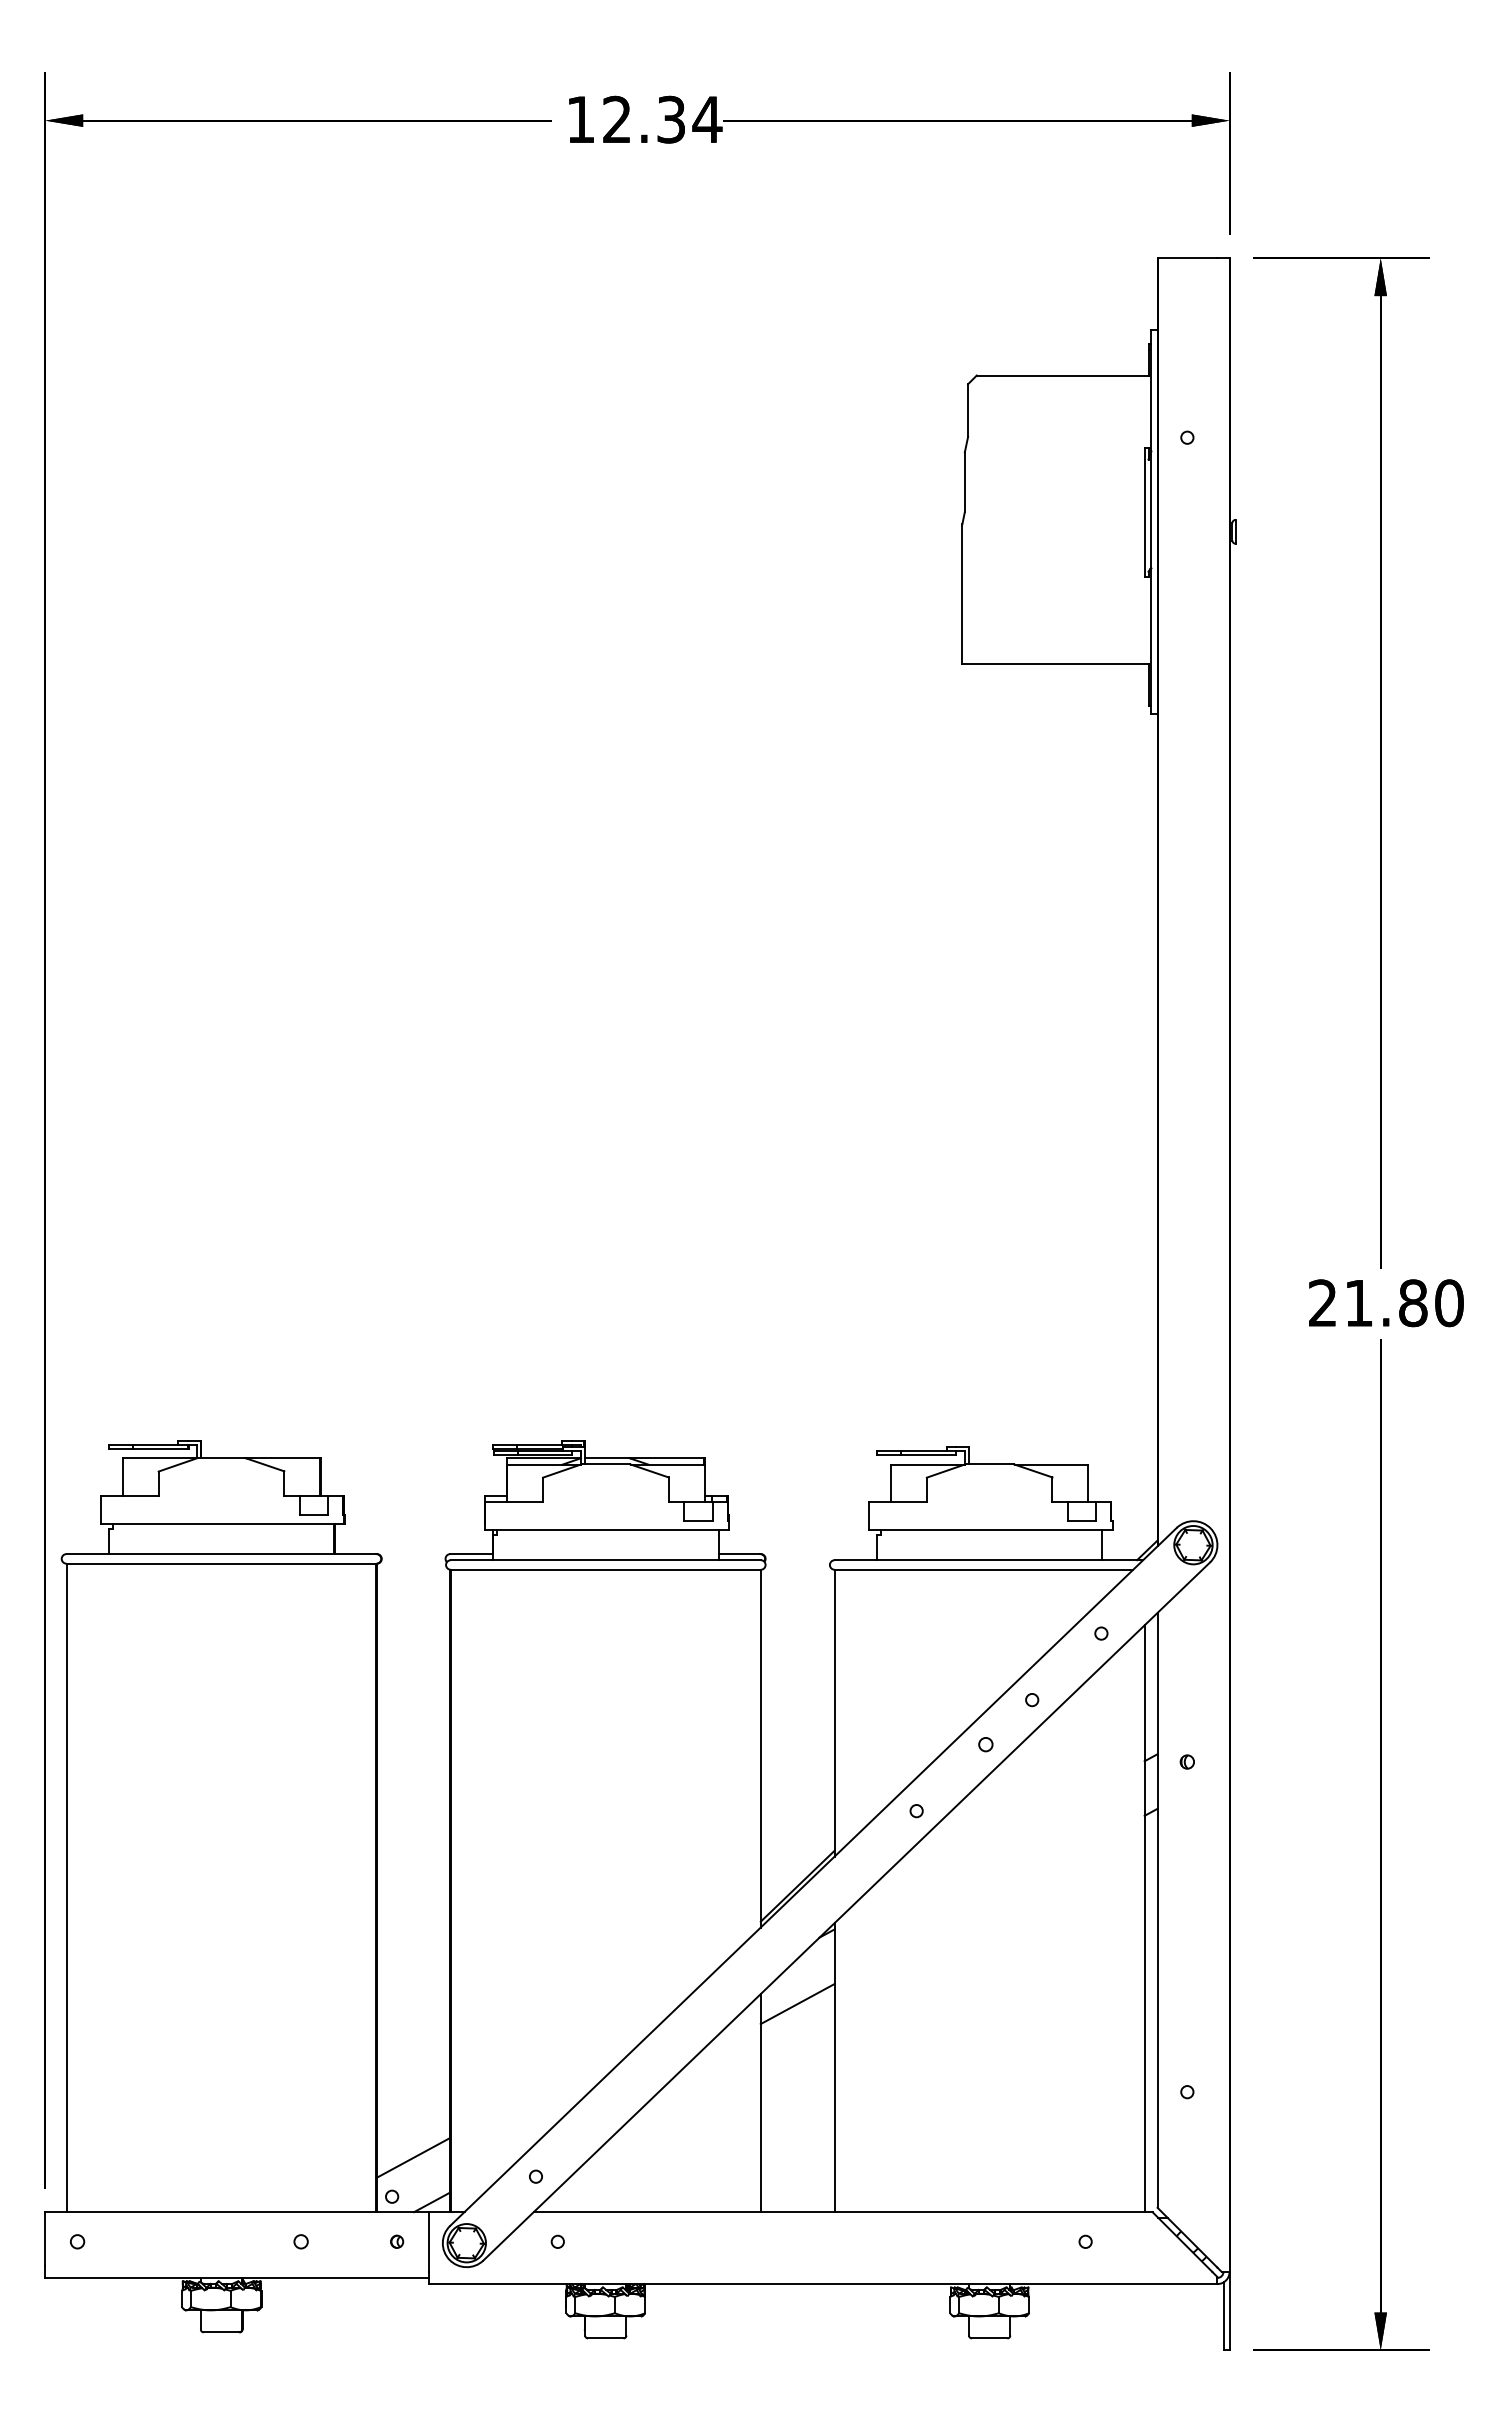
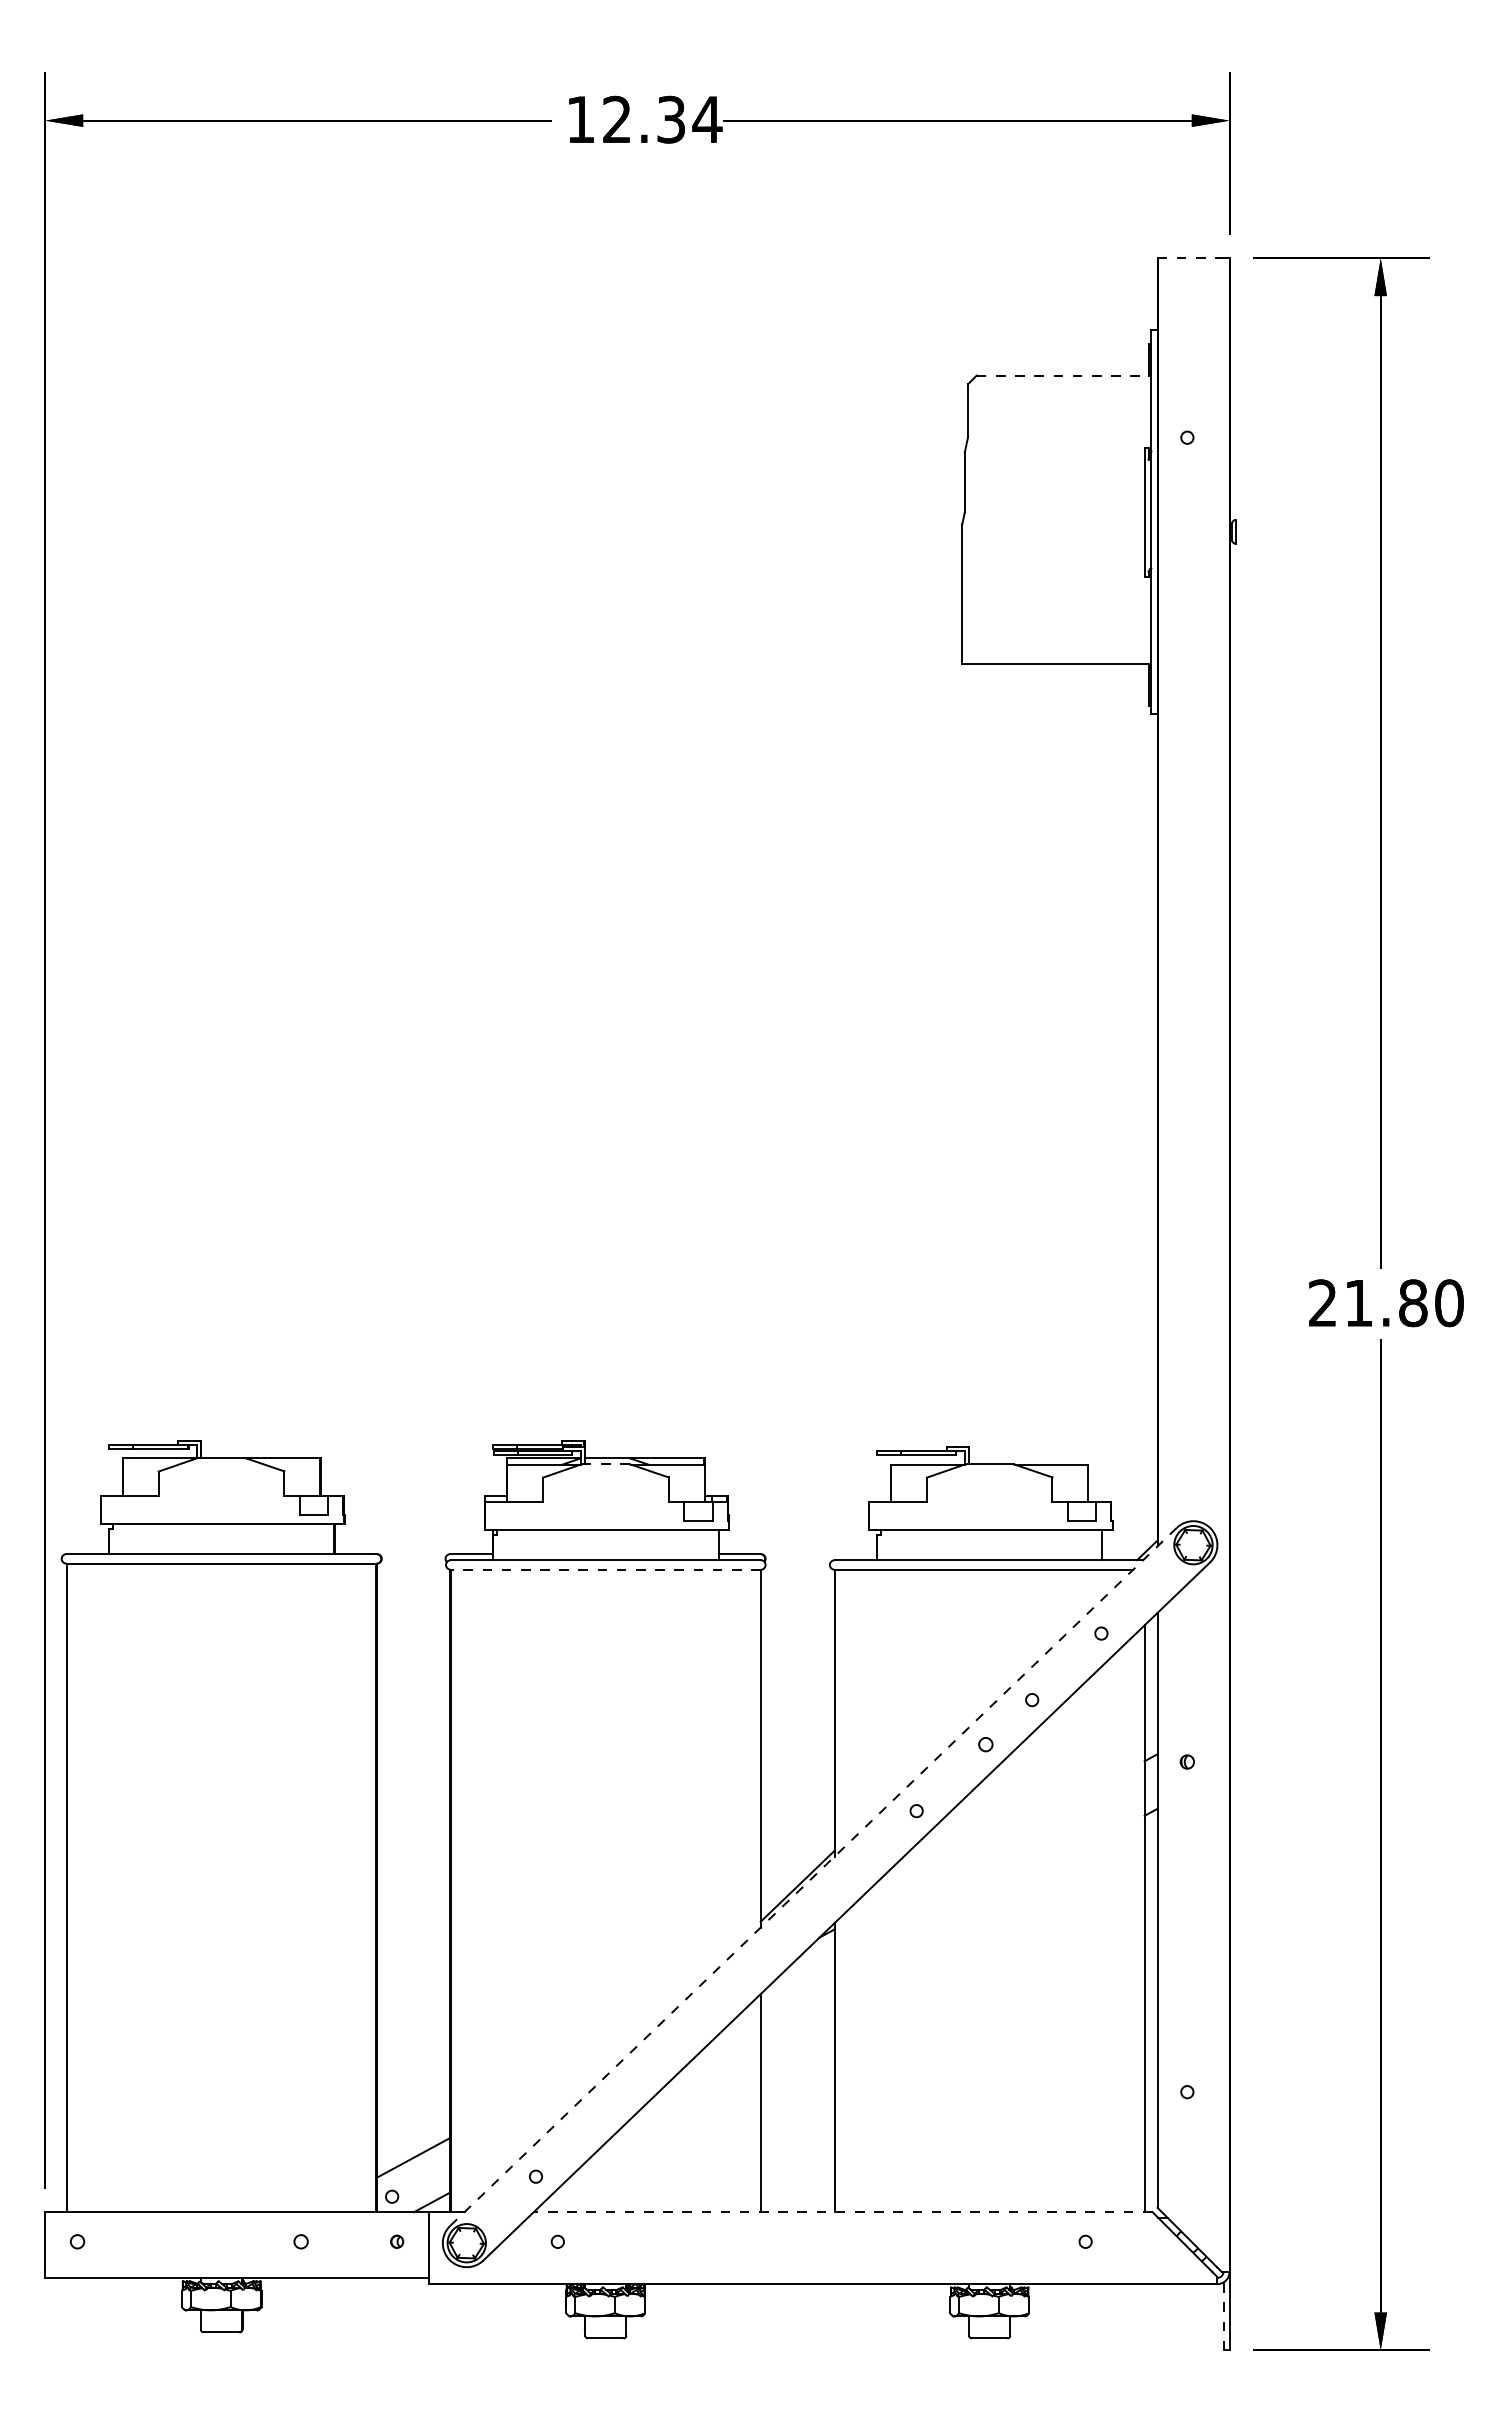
line at (1187, 258): solid -> dashed
line at (1062, 375): solid -> dashed
line at (605, 1464): solid -> dashed
line at (605, 1569): solid -> dashed
line at (813, 1876): solid -> dashed
line at (797, 2003): present -> none
line at (842, 2212): solid -> dashed
line at (1223, 2316): solid -> dashed
